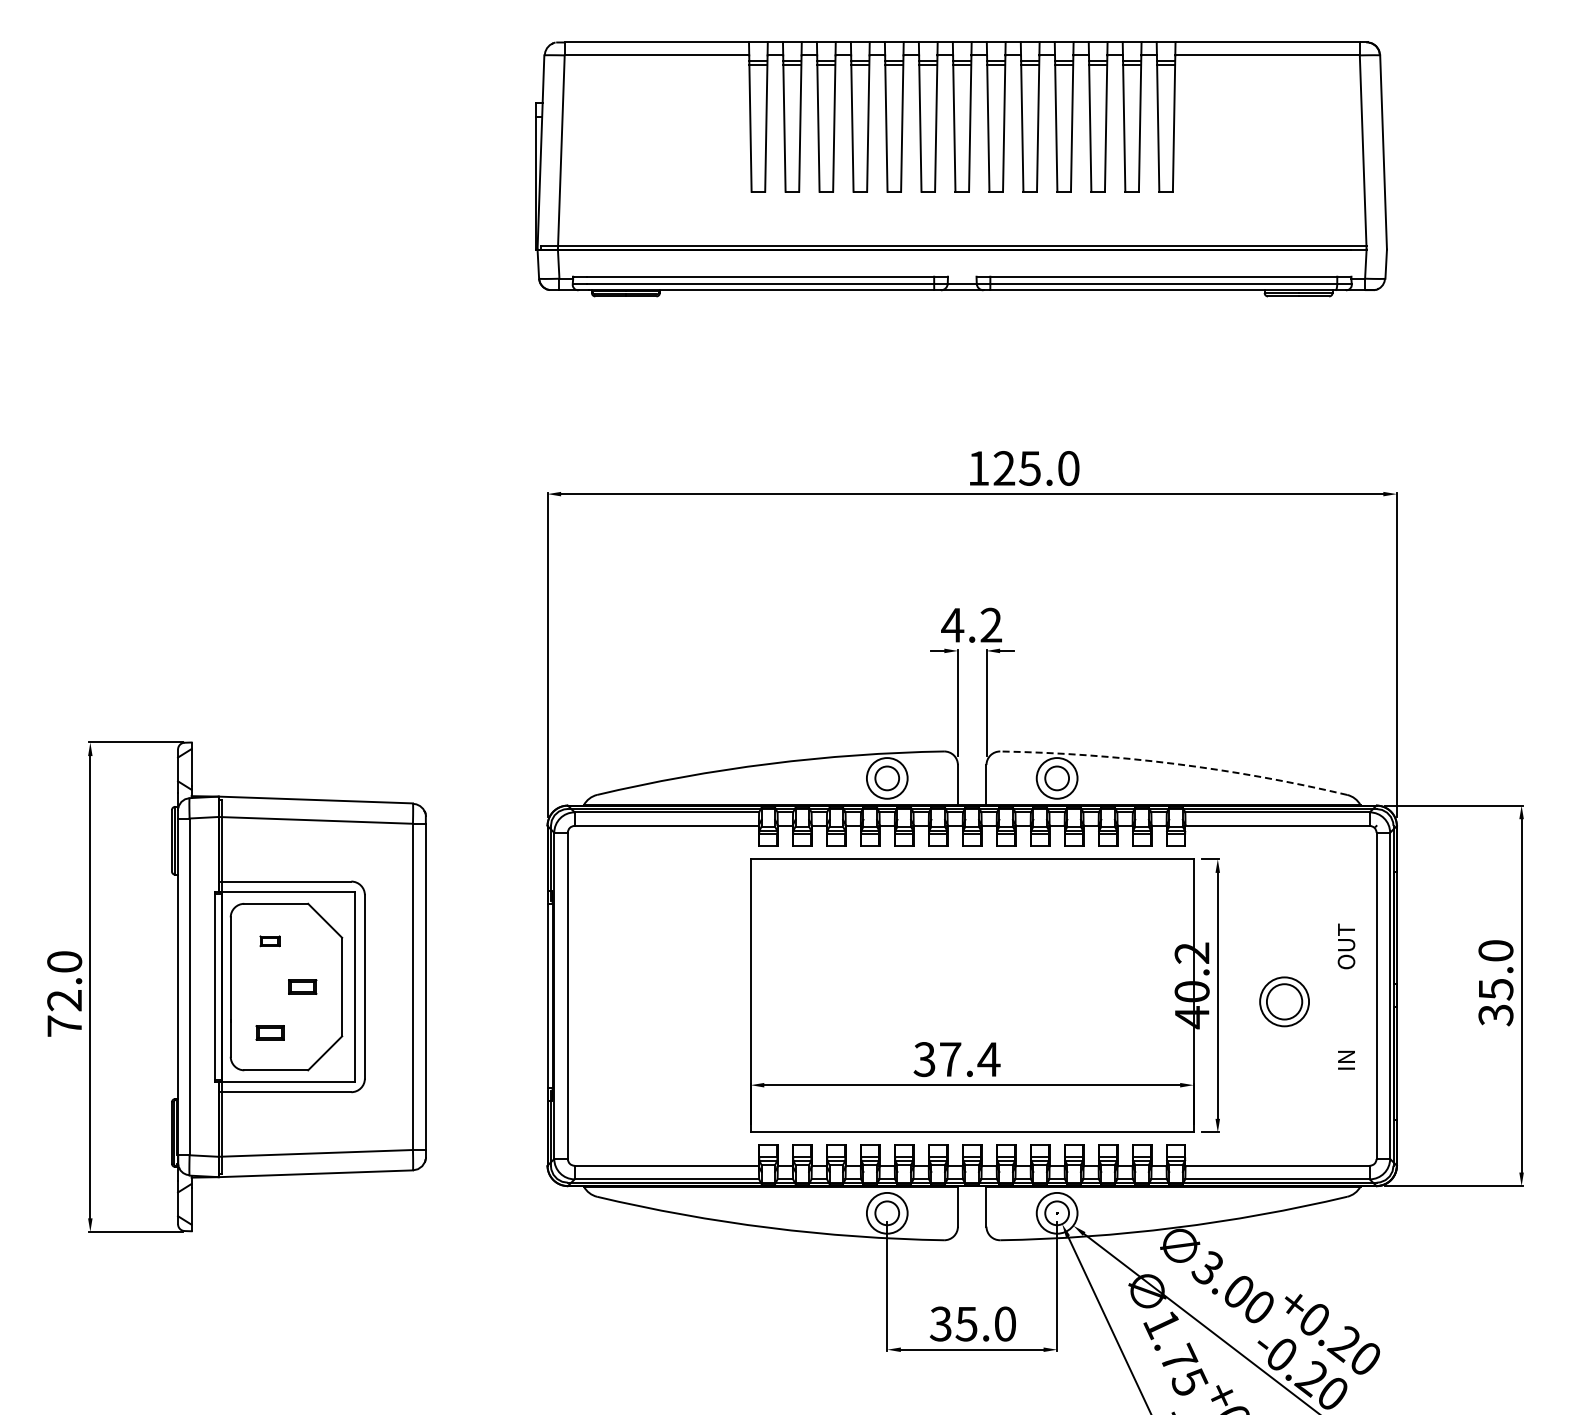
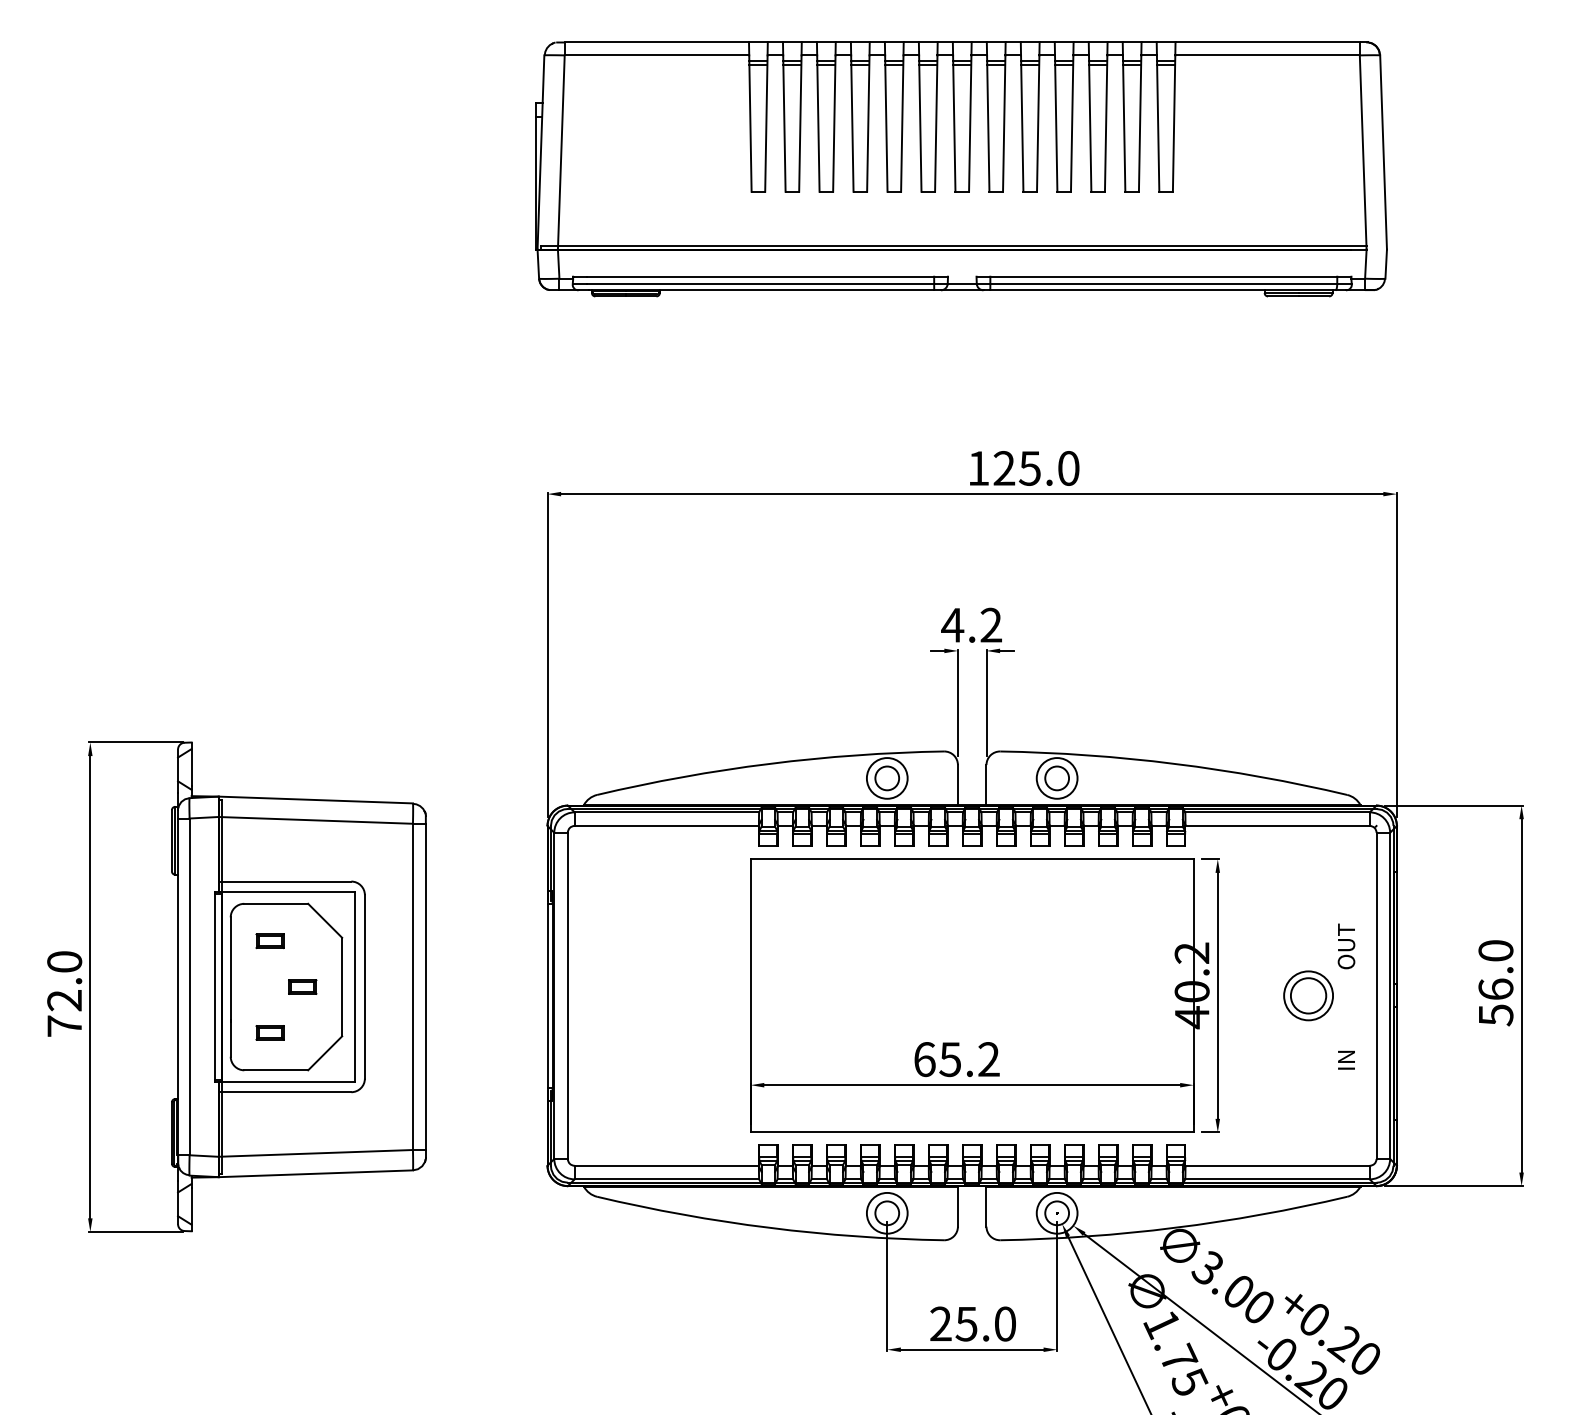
arc at (1174, 763): dashed -> solid
part at (269, 941) size: 22x13 px -> 30x17 px
part at (1284, 1001) position: (1284, 1001) -> (1308, 995)
text at (1495, 1002): 35.0 -> 56.0
text at (956, 1059): 37.4 -> 65.2
text at (940, 1323): 35.0 -> 25.0
